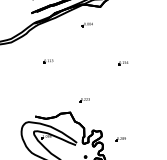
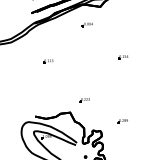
part at (123, 63) position: (123, 63) -> (123, 57)
part at (120, 139) position: (120, 139) -> (122, 121)
